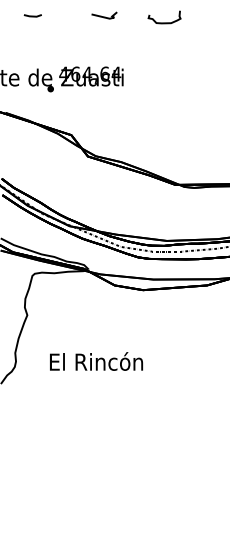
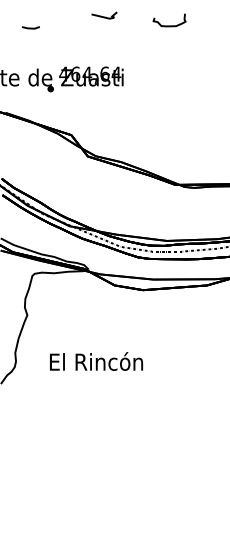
line at (32, 15) position: (32, 15) -> (30, 27)
curve at (164, 22) position: (164, 22) -> (169, 25)
